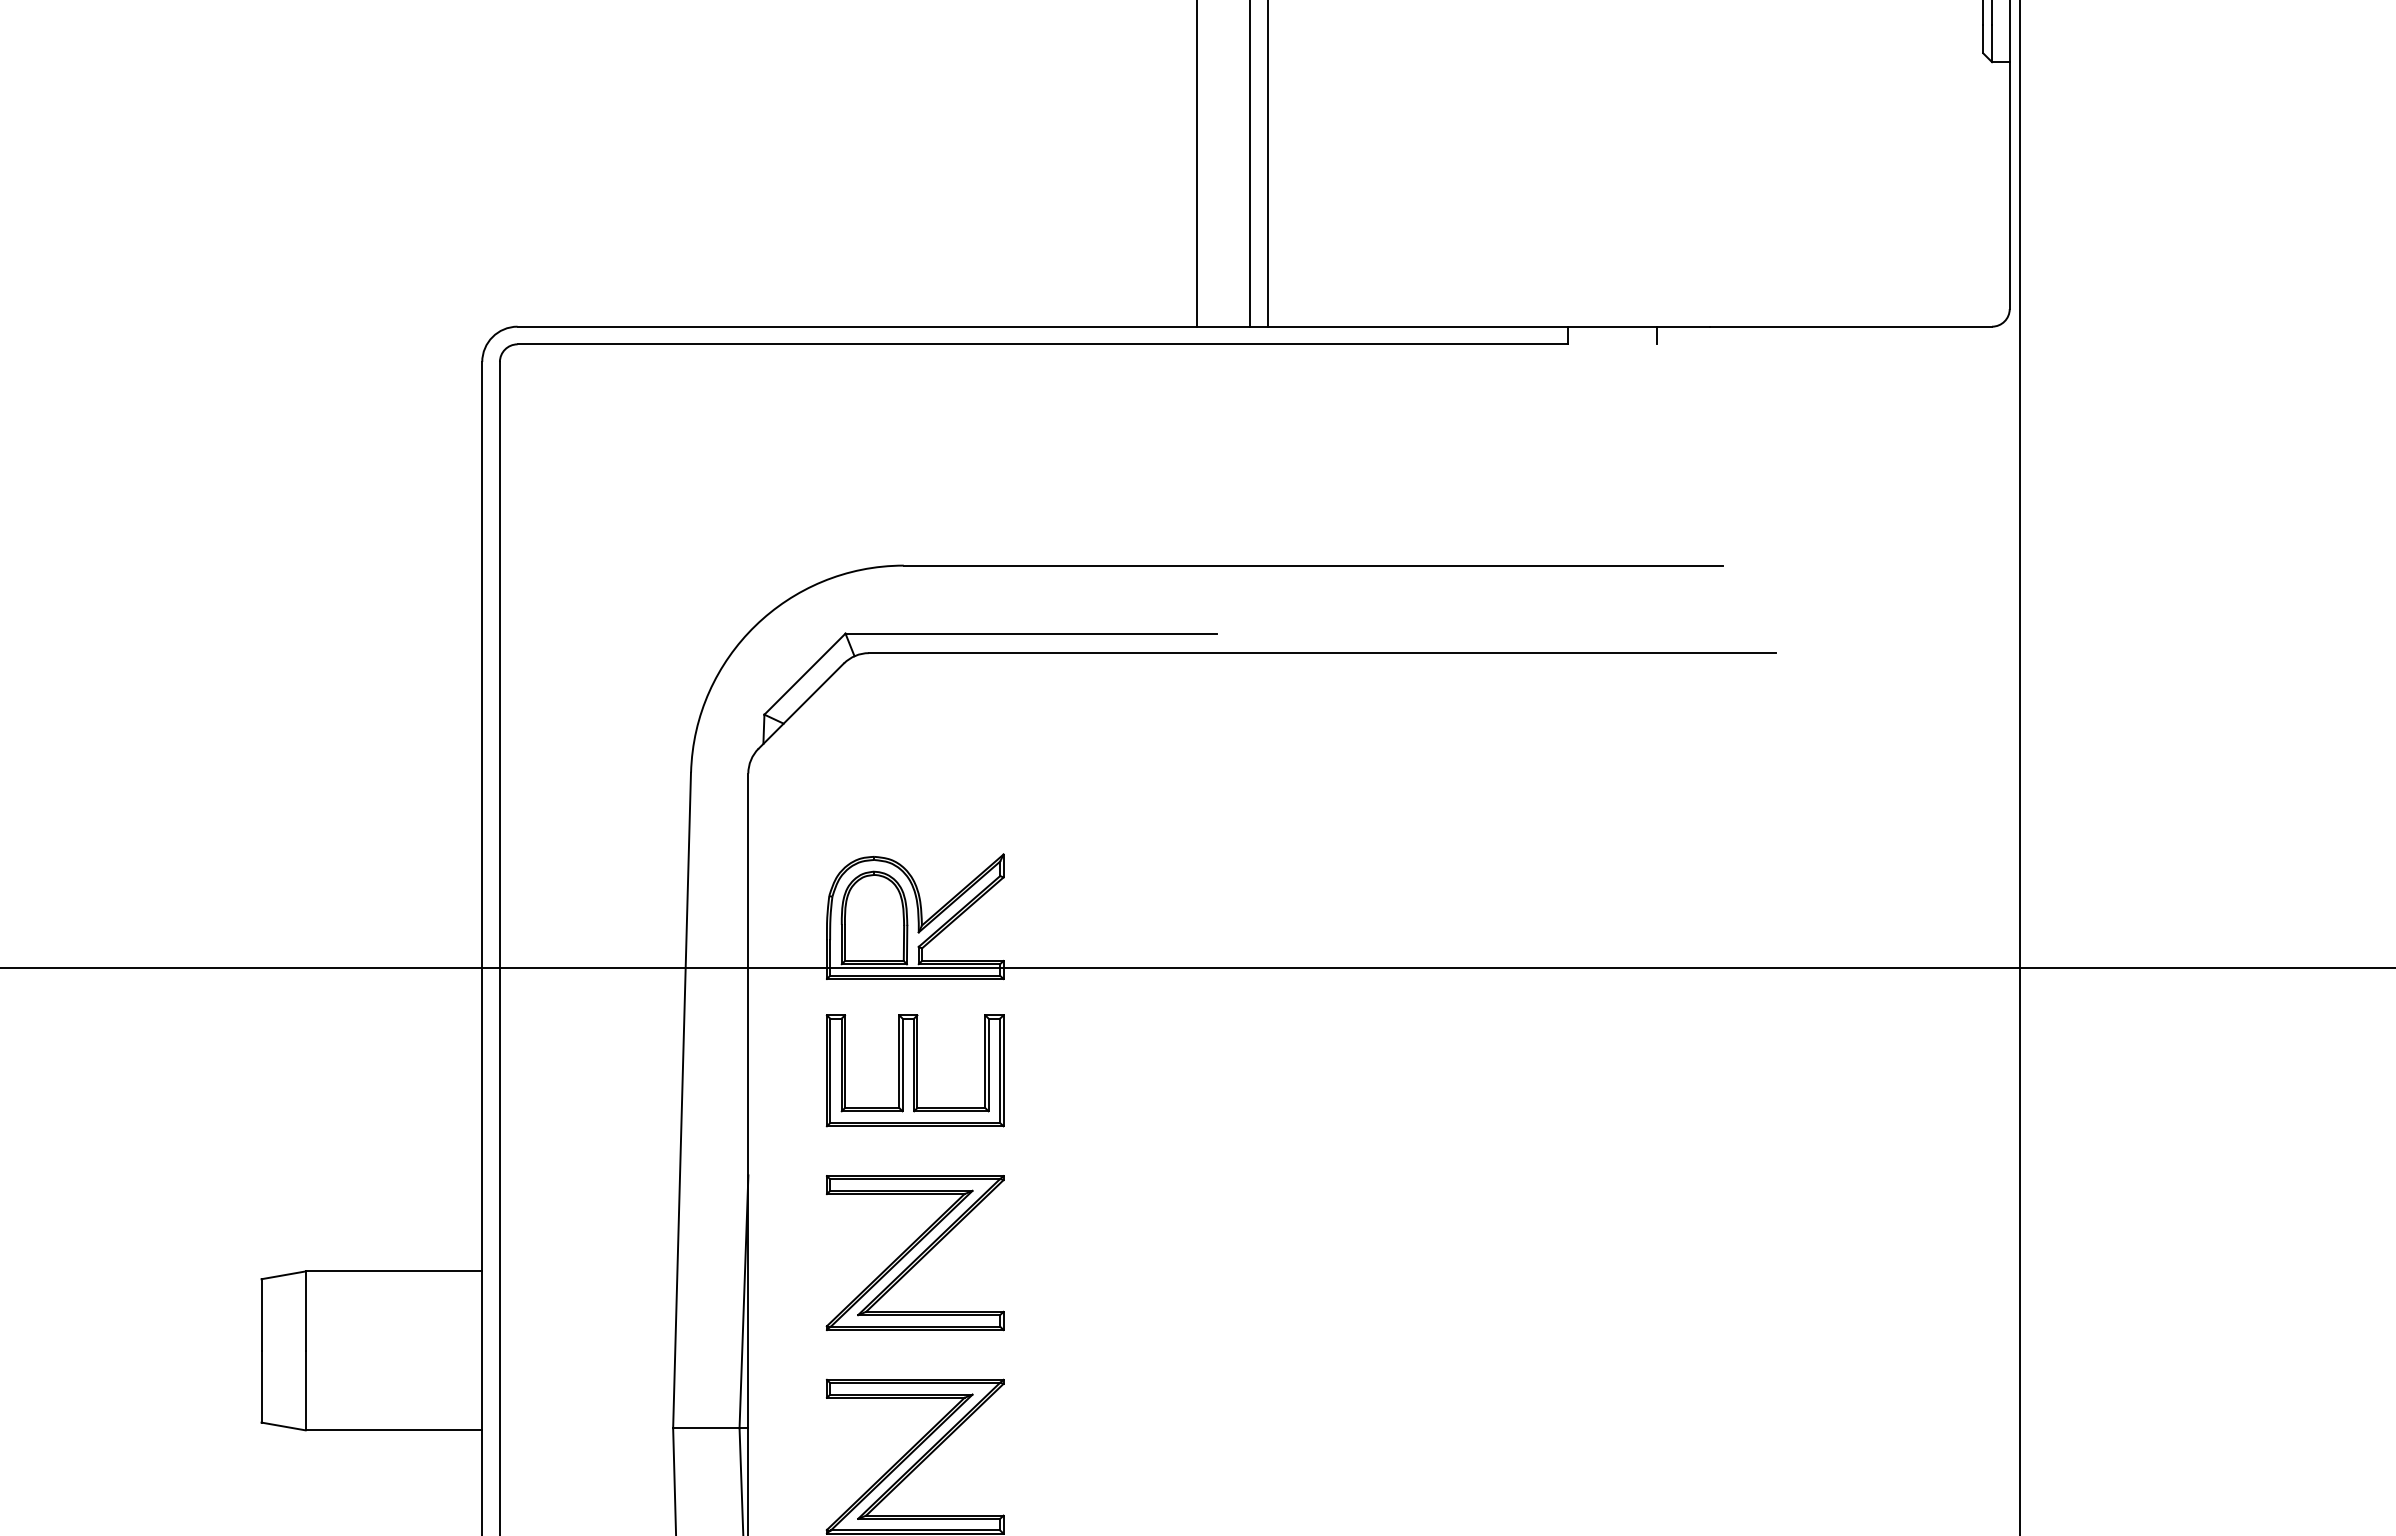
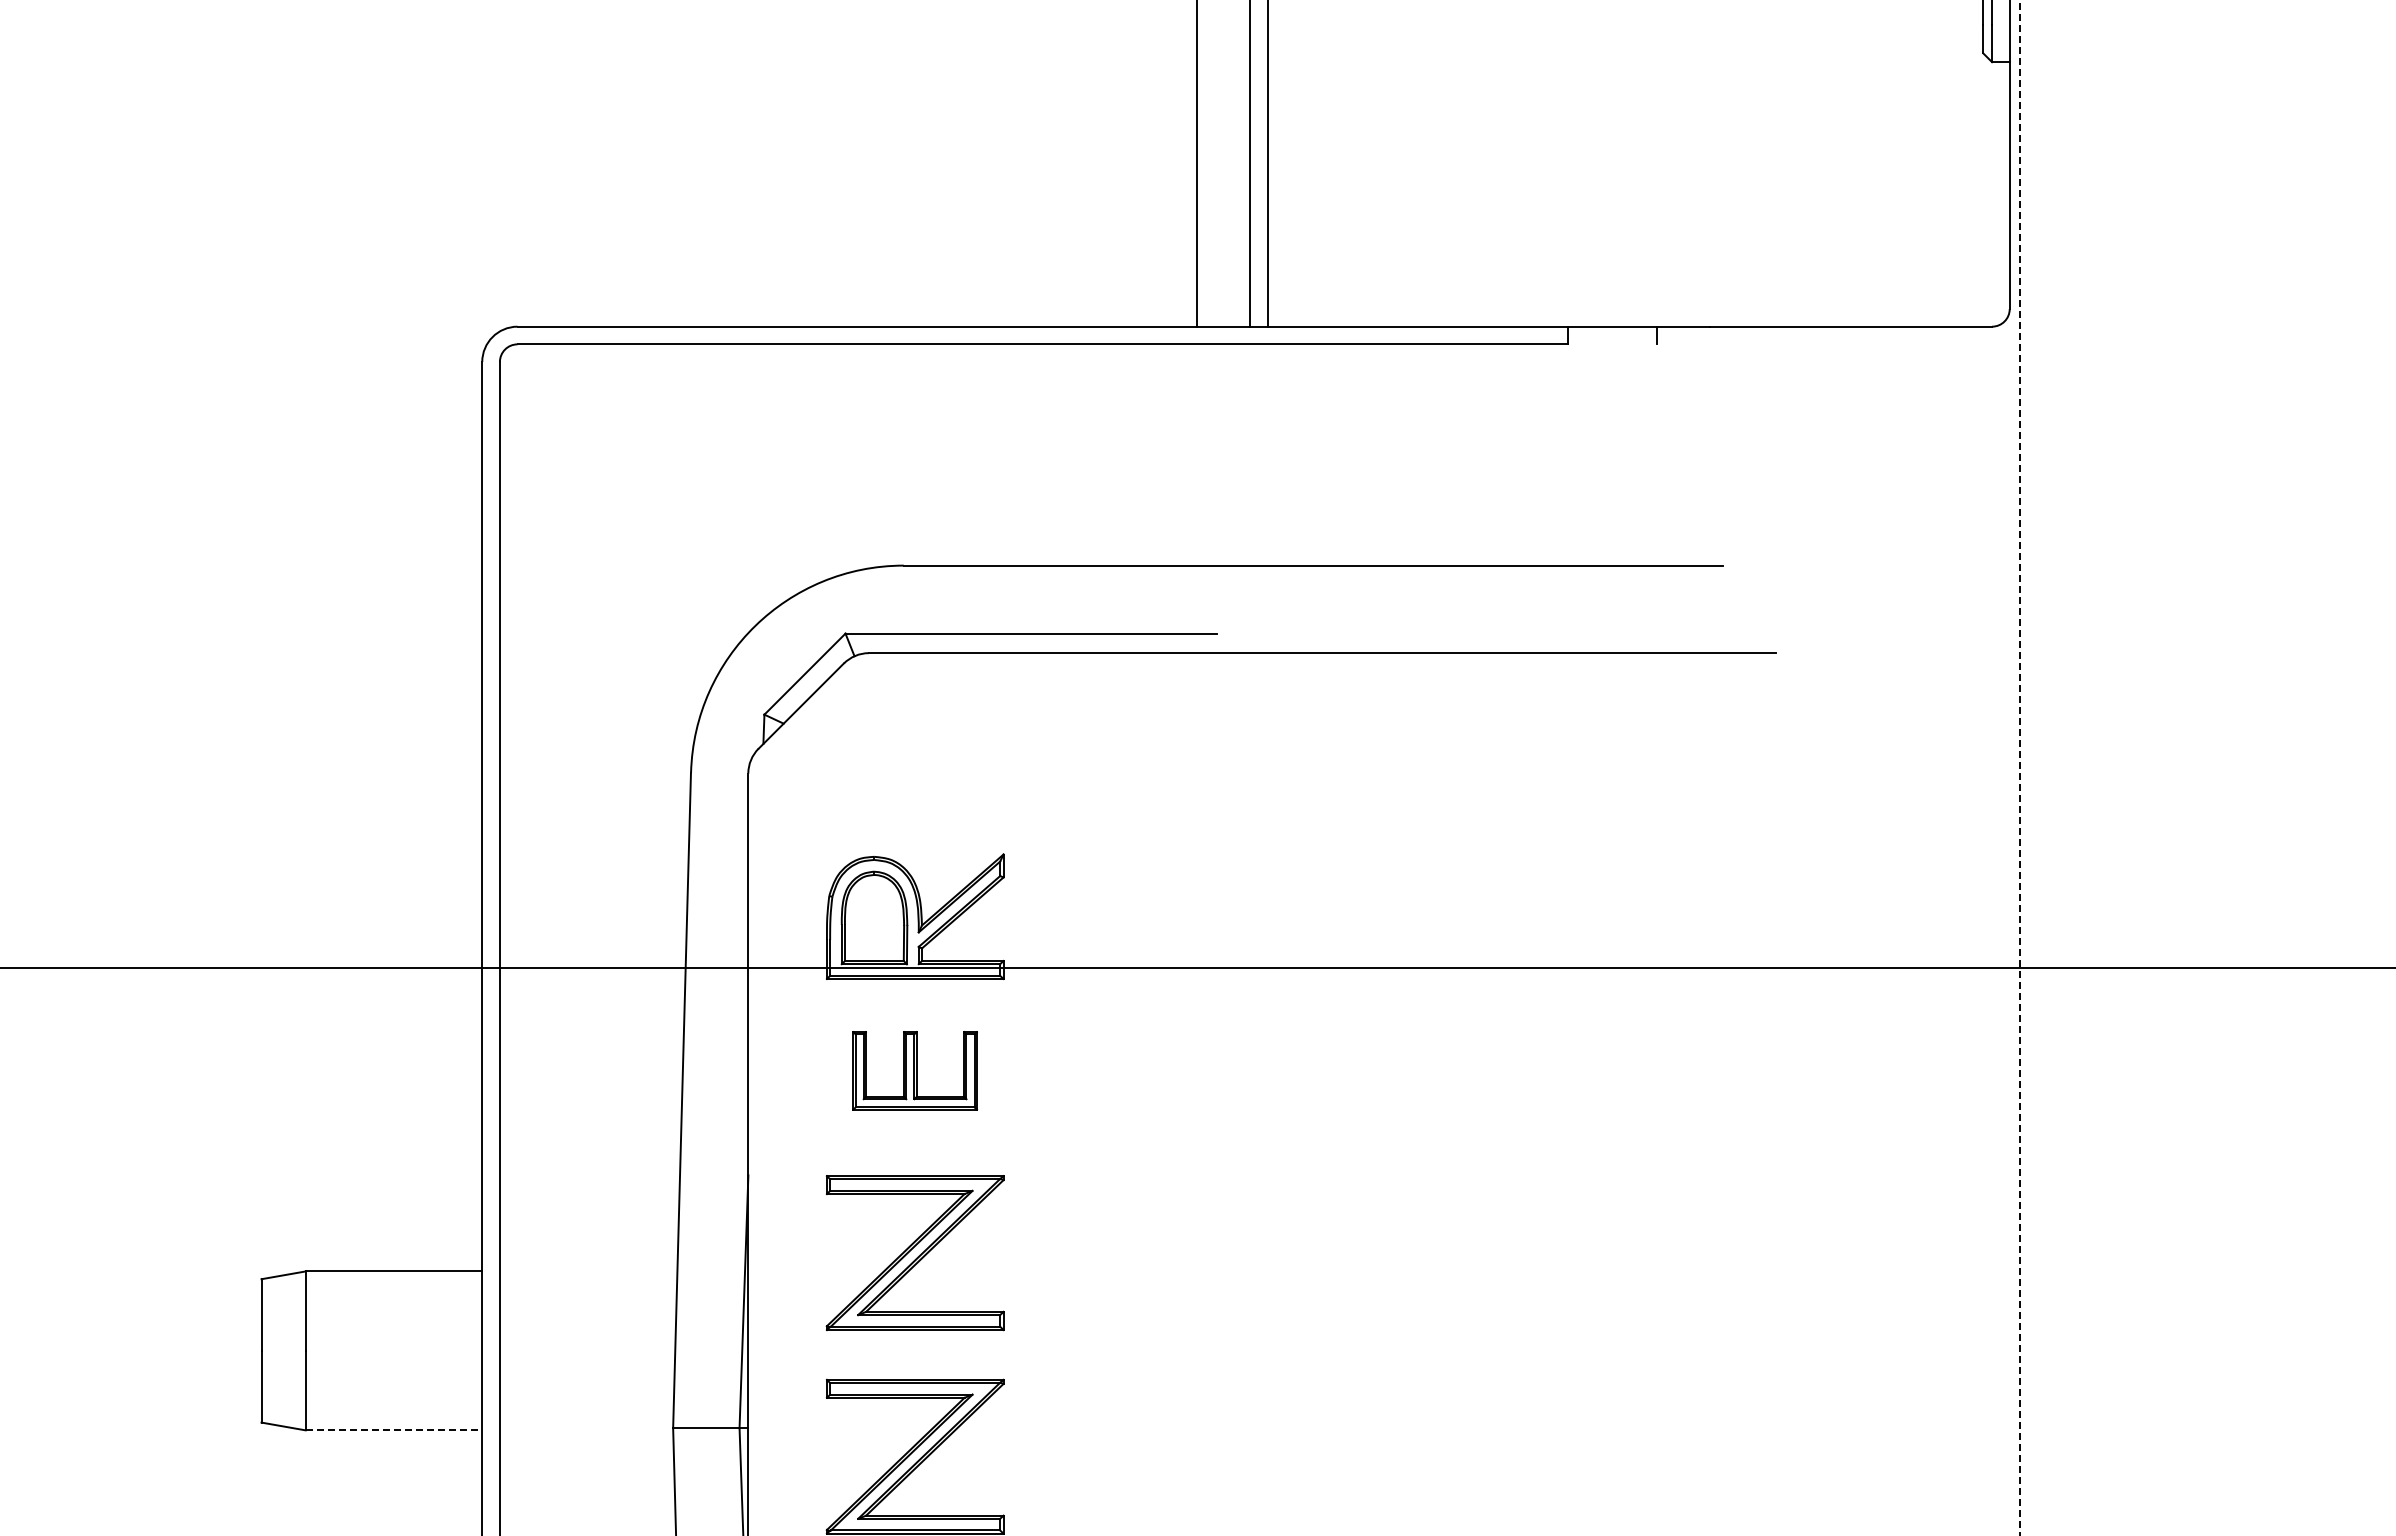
line at (2019, 768): solid -> dashed
part at (914, 1070) size: 180x114 px -> 127x80 px
line at (394, 1430): solid -> dashed
